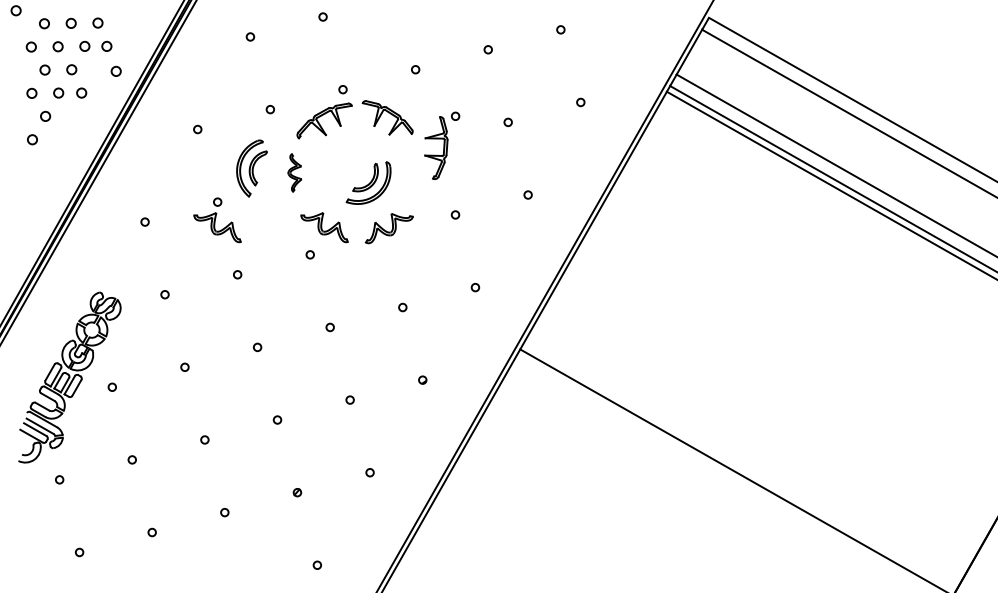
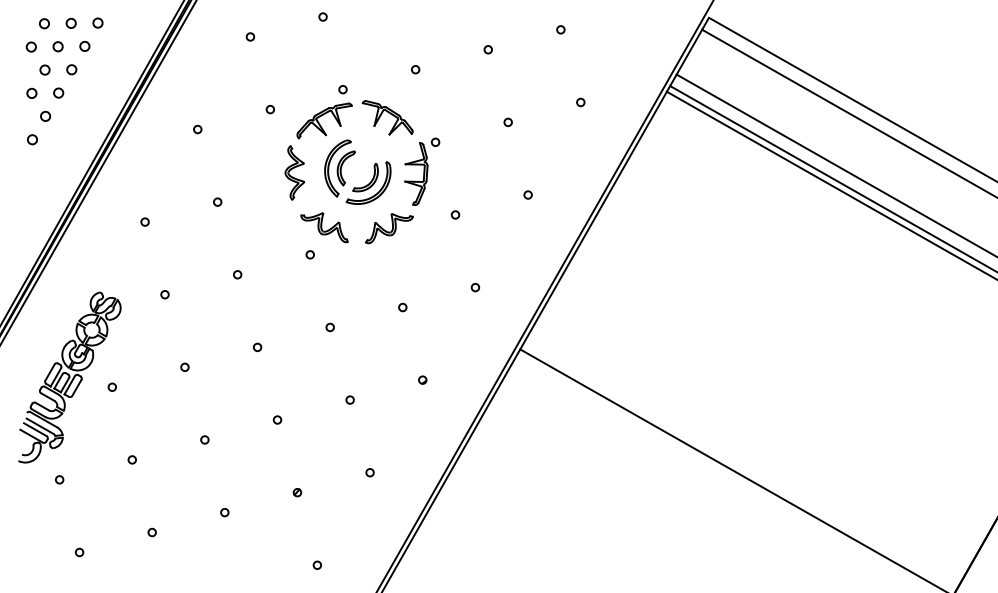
circle at (15, 10): present -> none
circle at (106, 45): present -> none
circle at (115, 70): present -> none
circle at (81, 92): present -> none
part at (442, 145) position: (442, 145) -> (422, 171)
part at (251, 168) position: (251, 168) -> (339, 168)
part at (294, 172) size: 16x40 px -> 22x56 px
part at (217, 227): present -> none
